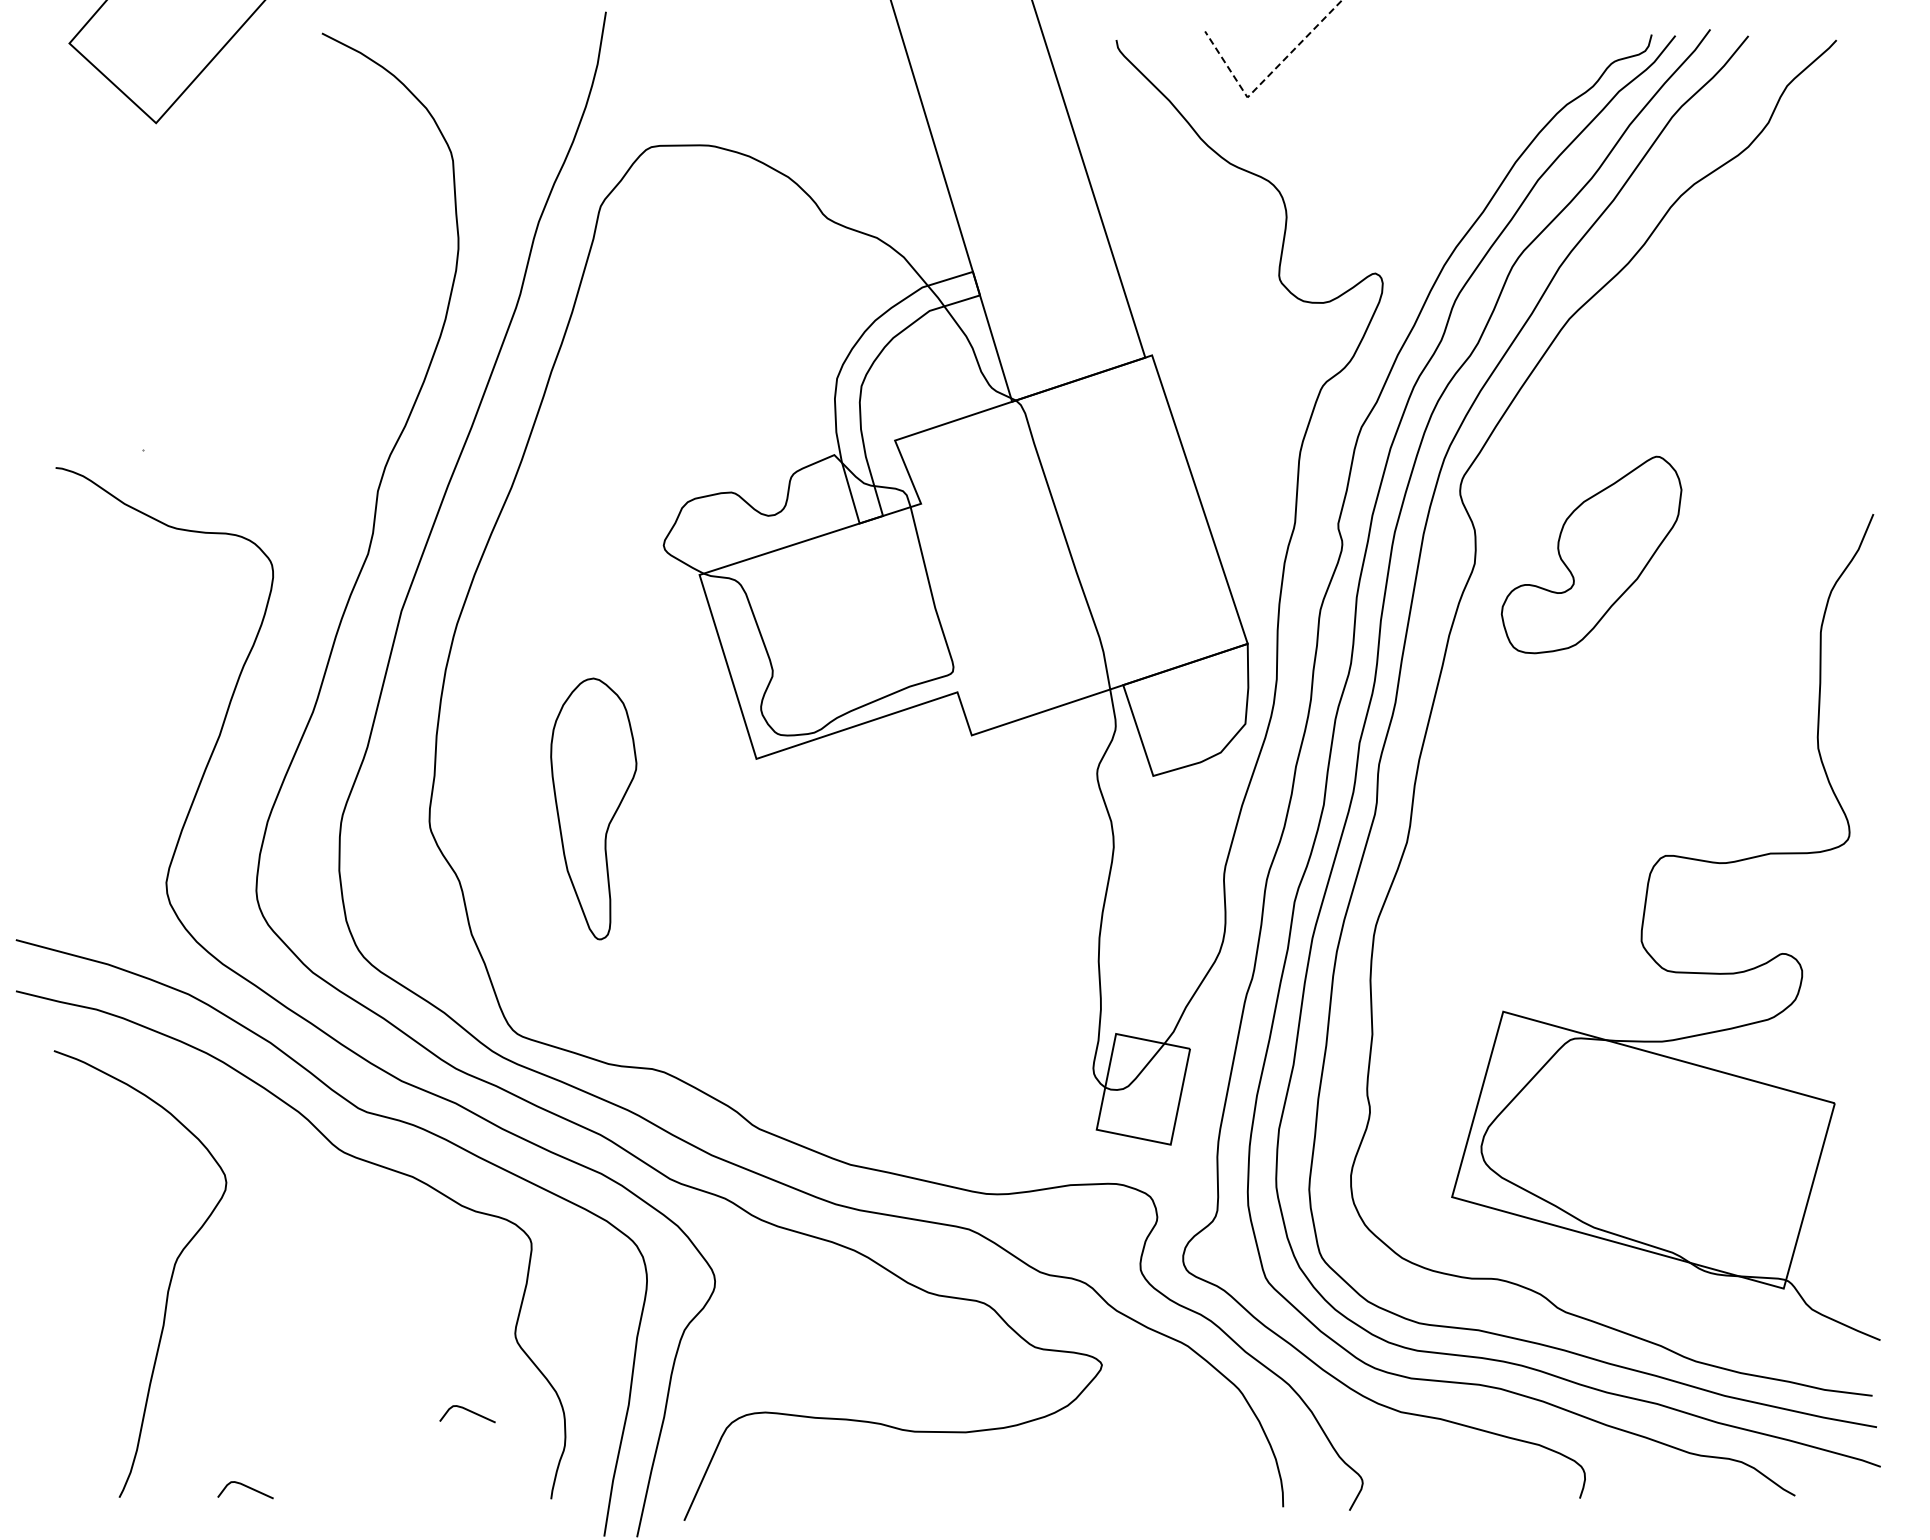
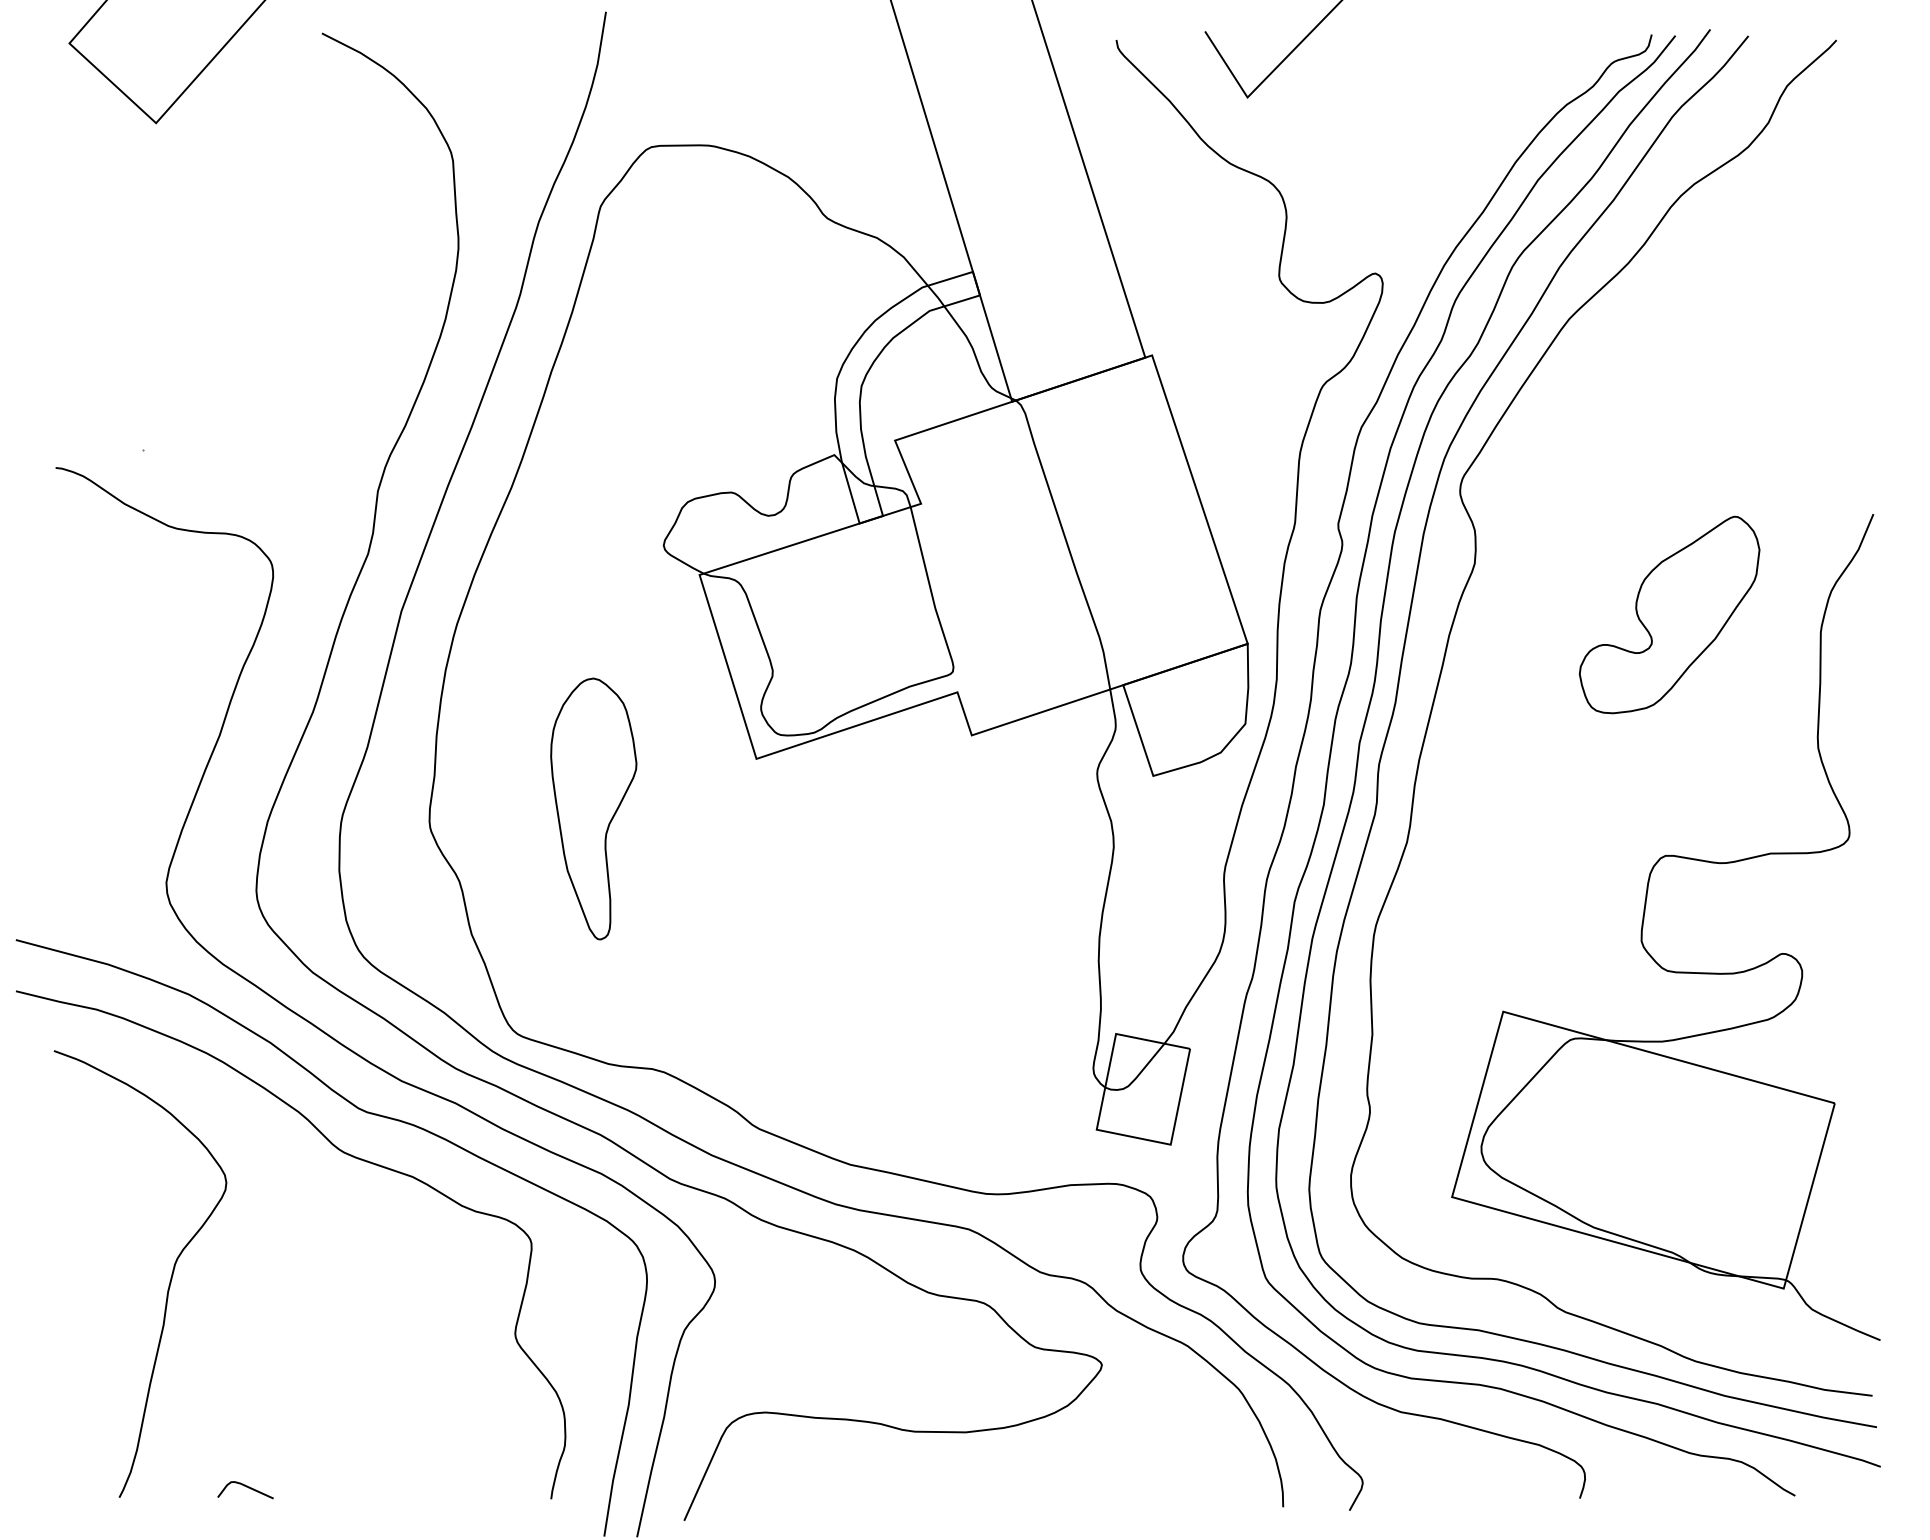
line at (1267, 77): dashed -> solid
part at (1591, 554) position: (1591, 554) -> (1669, 614)
curve at (468, 1411): present -> none
